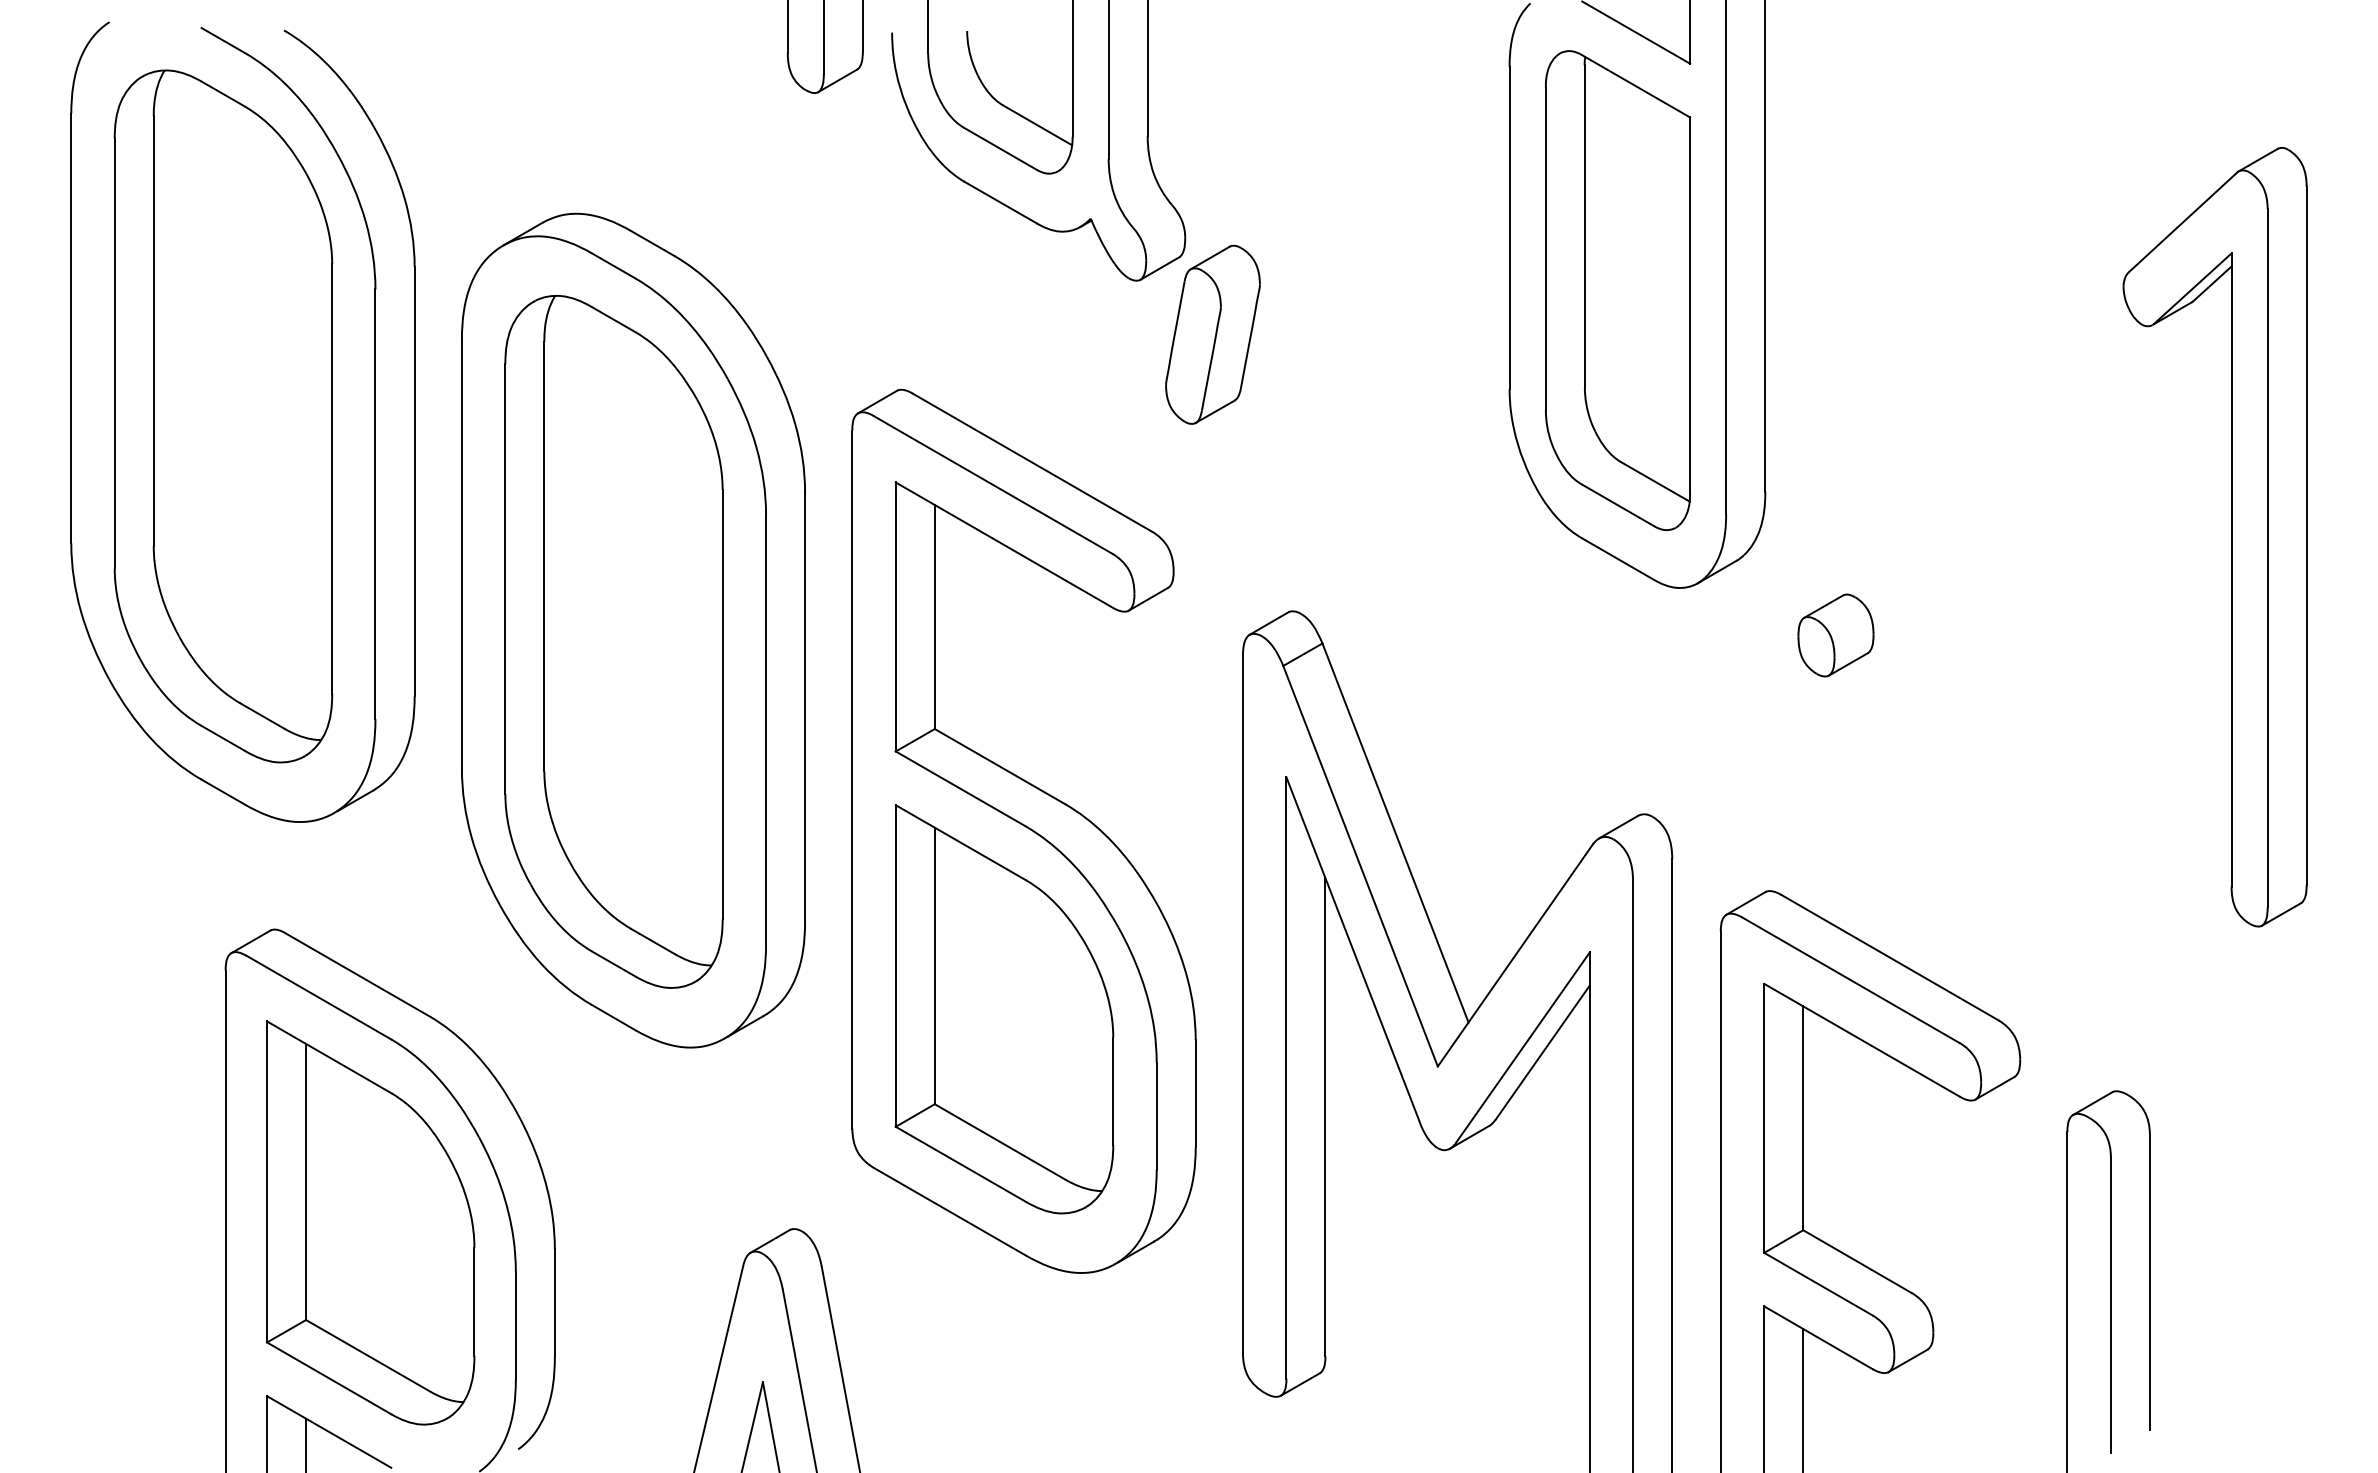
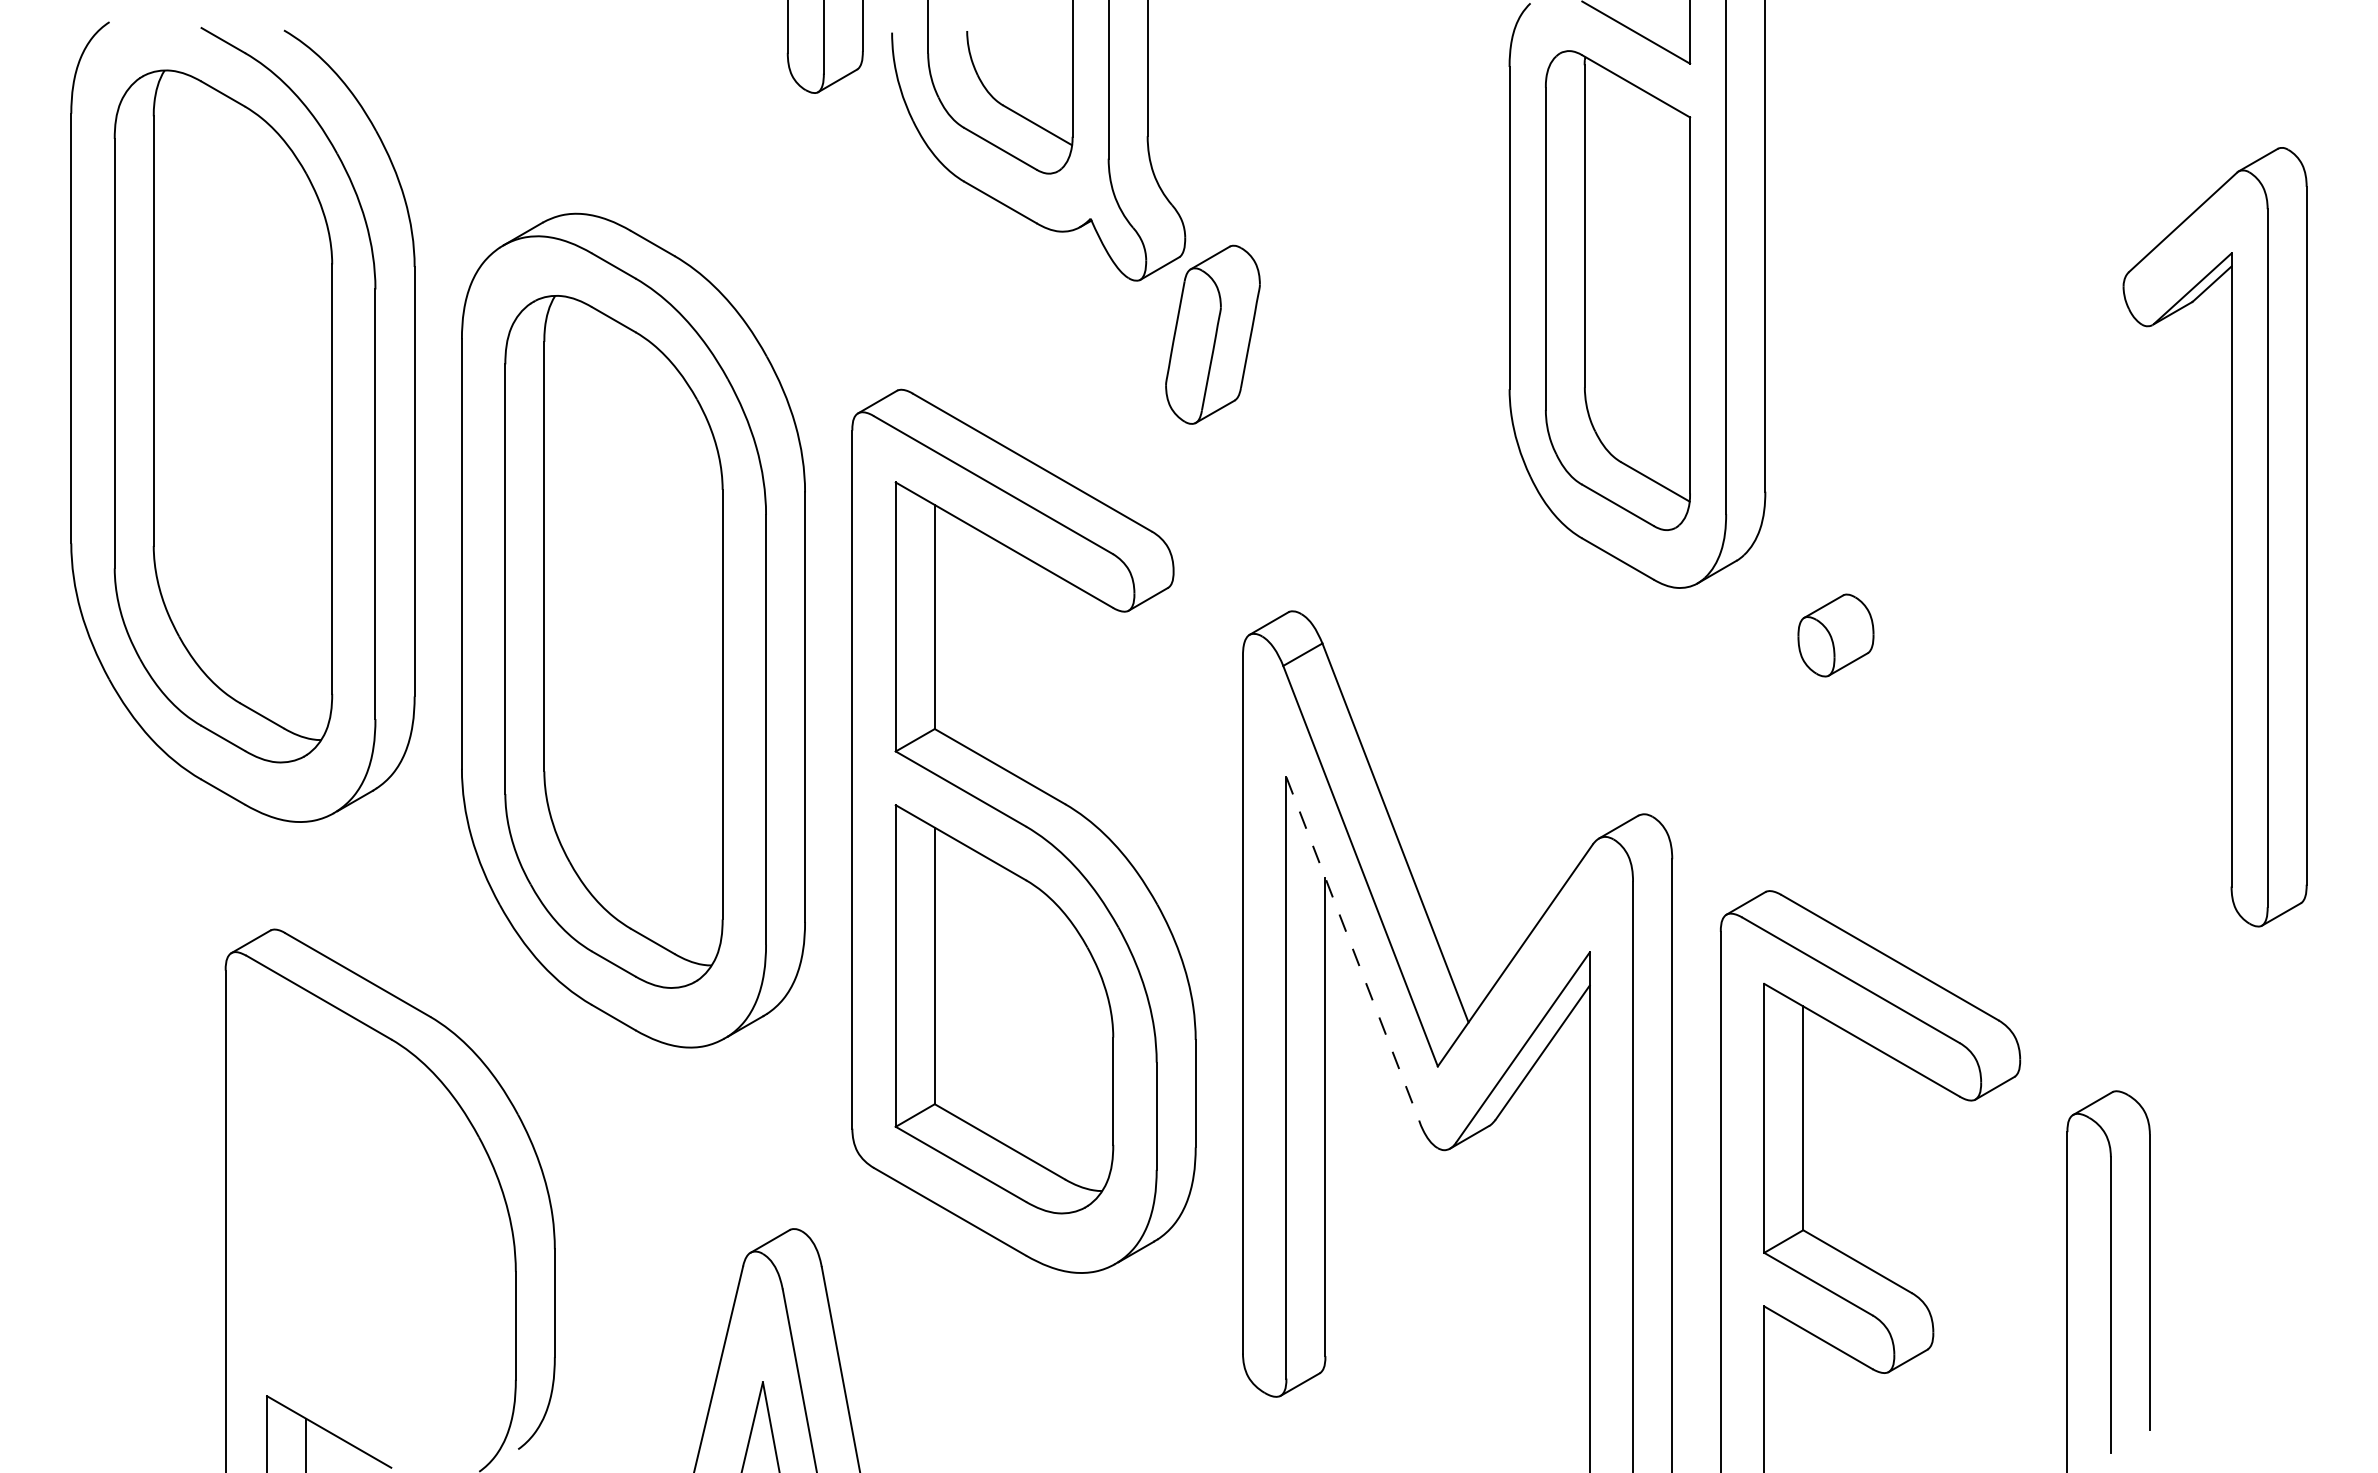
line at (1353, 949): solid -> dashed
part at (370, 1222): present -> none
line at (1803, 1399): present -> none
